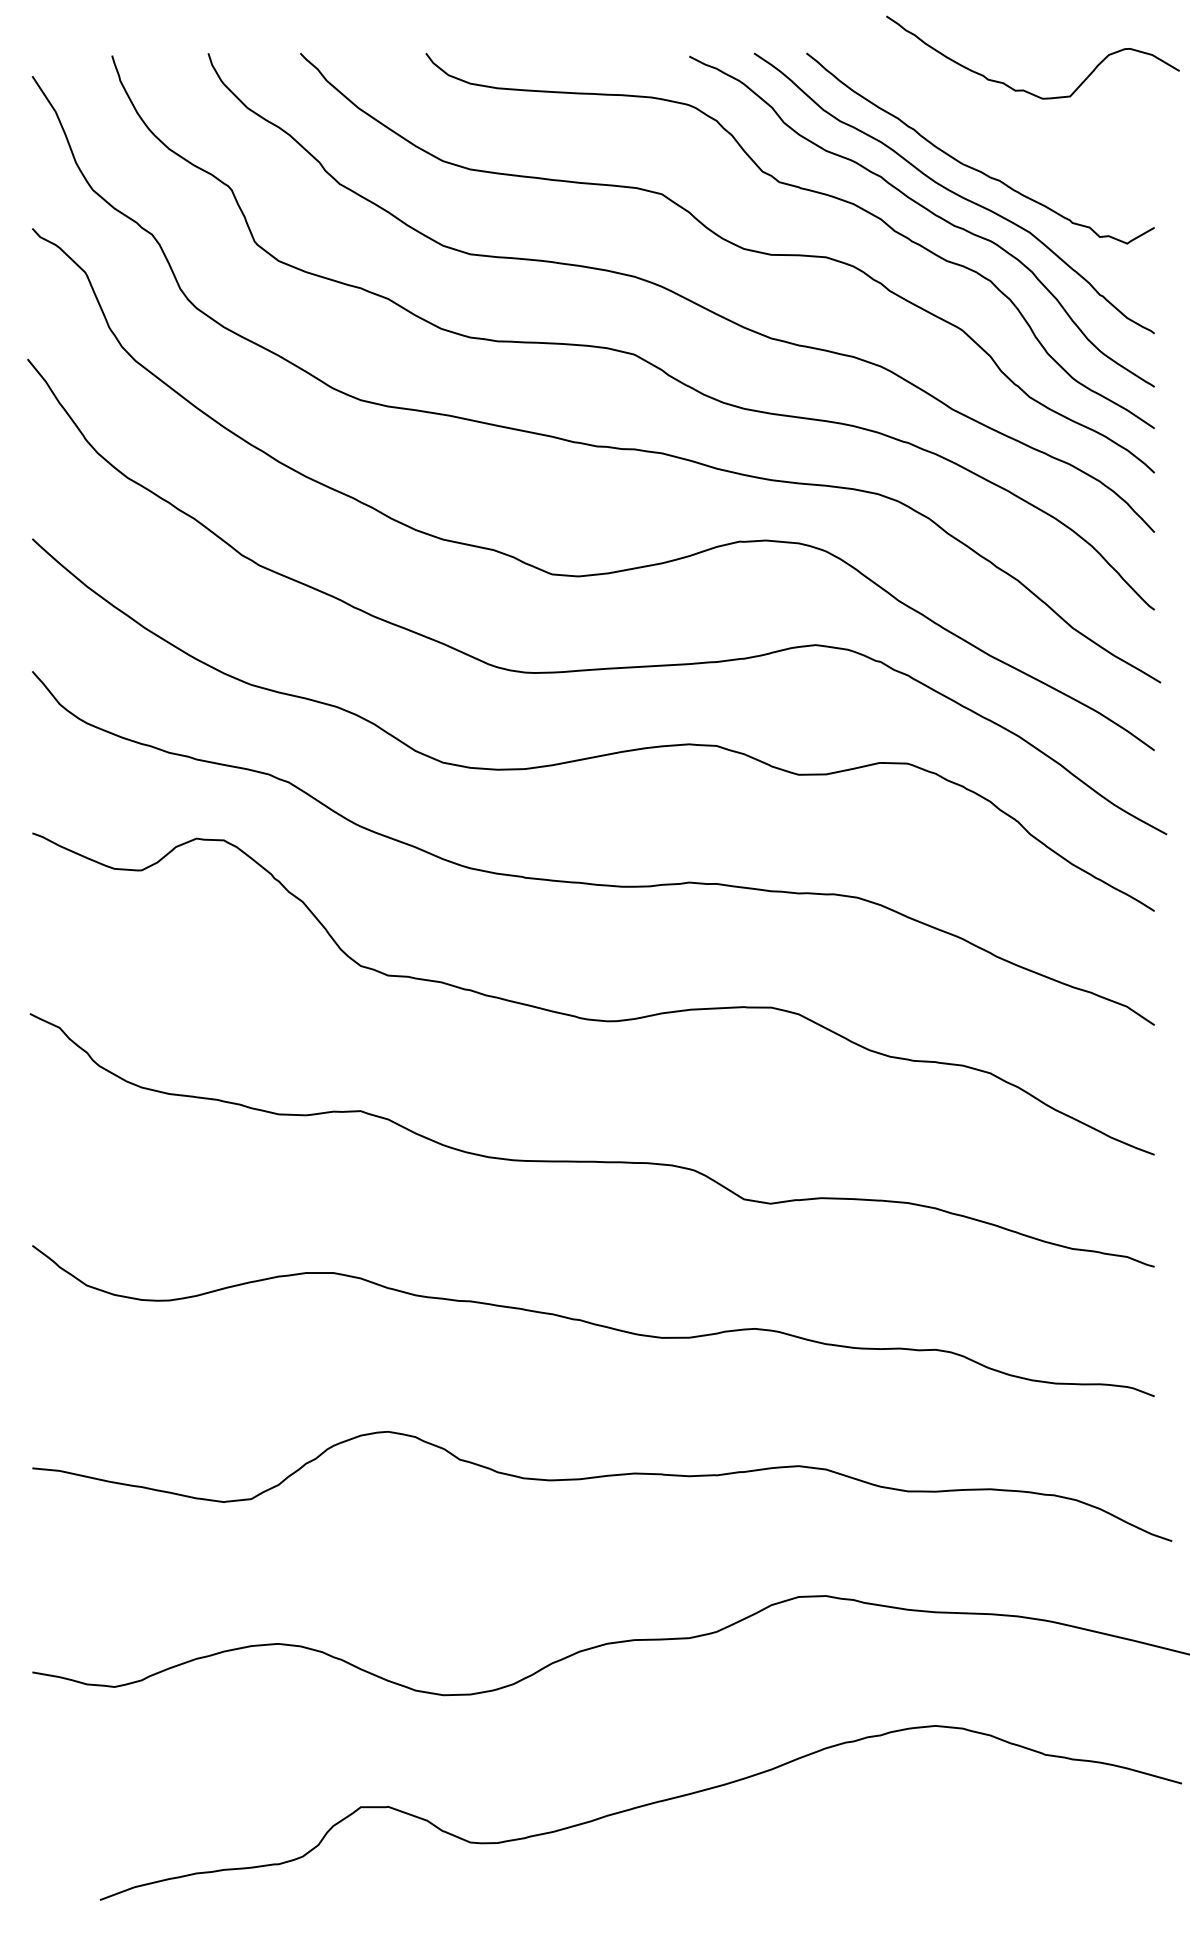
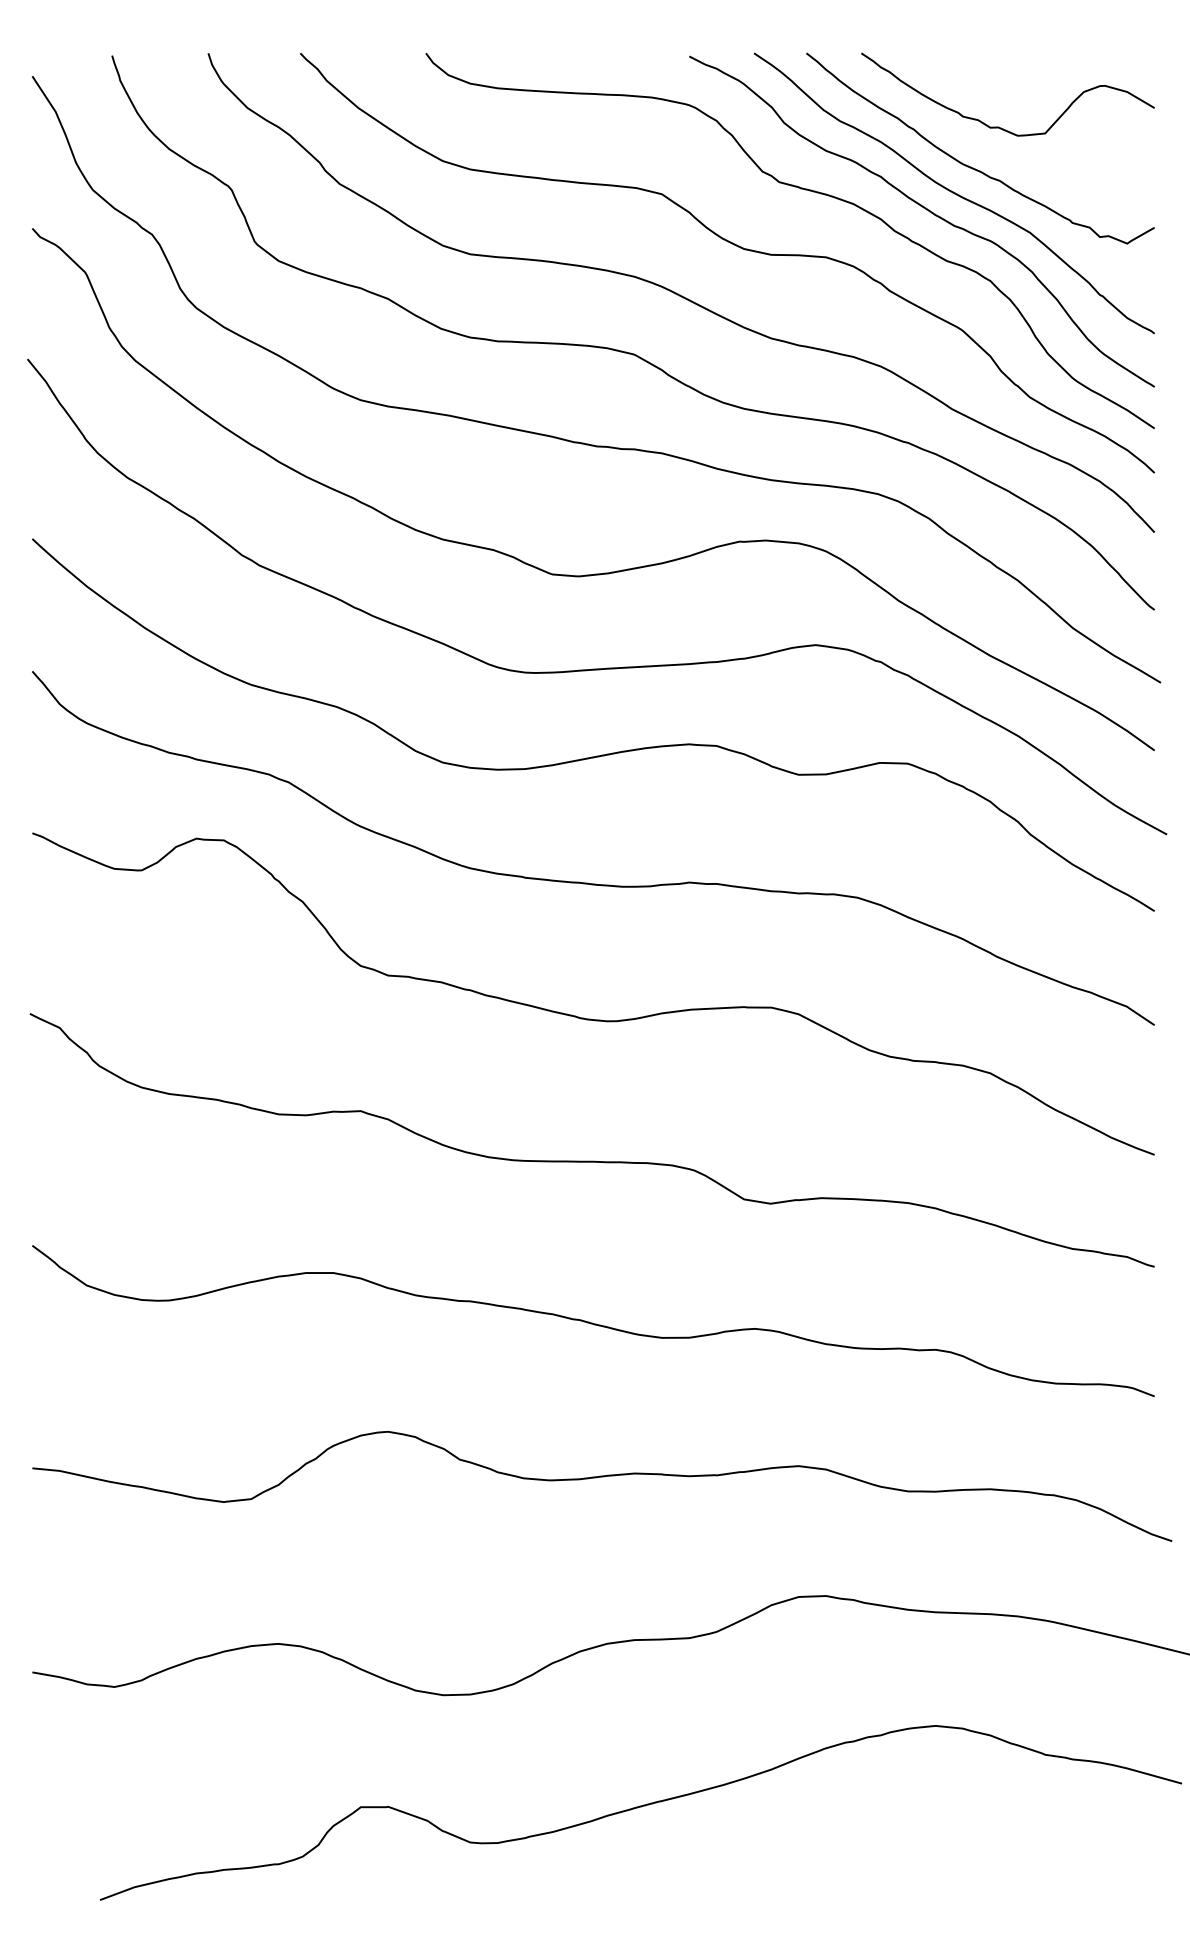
curve at (1024, 89) position: (1024, 89) -> (999, 126)
